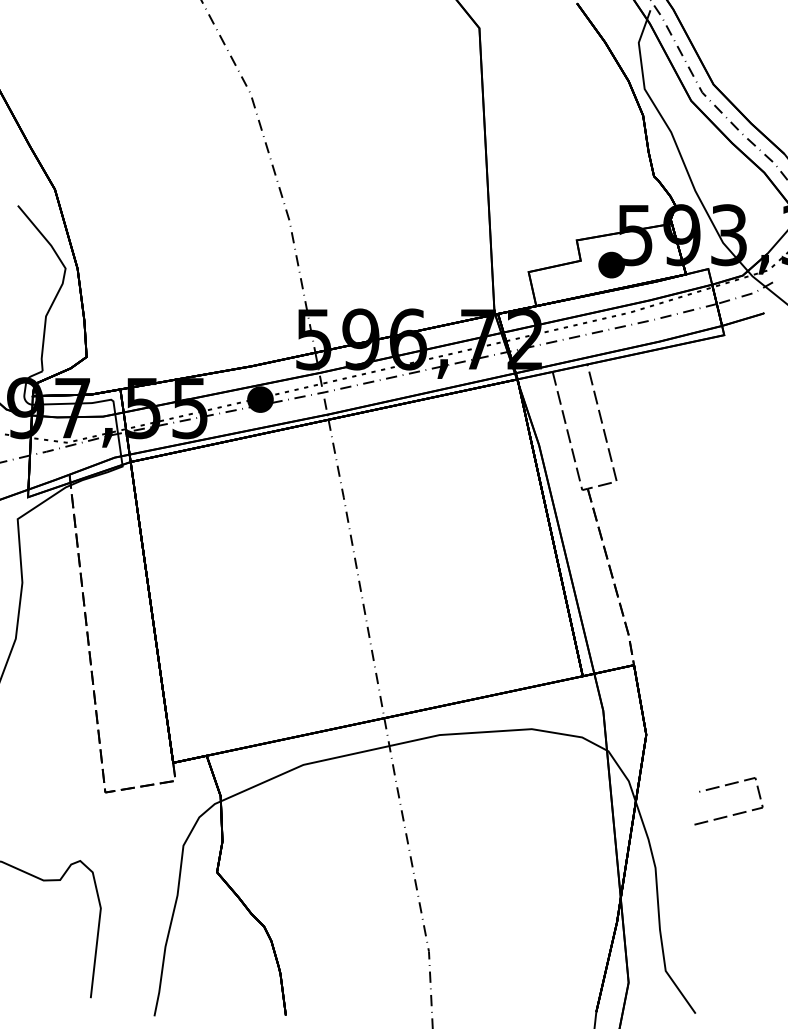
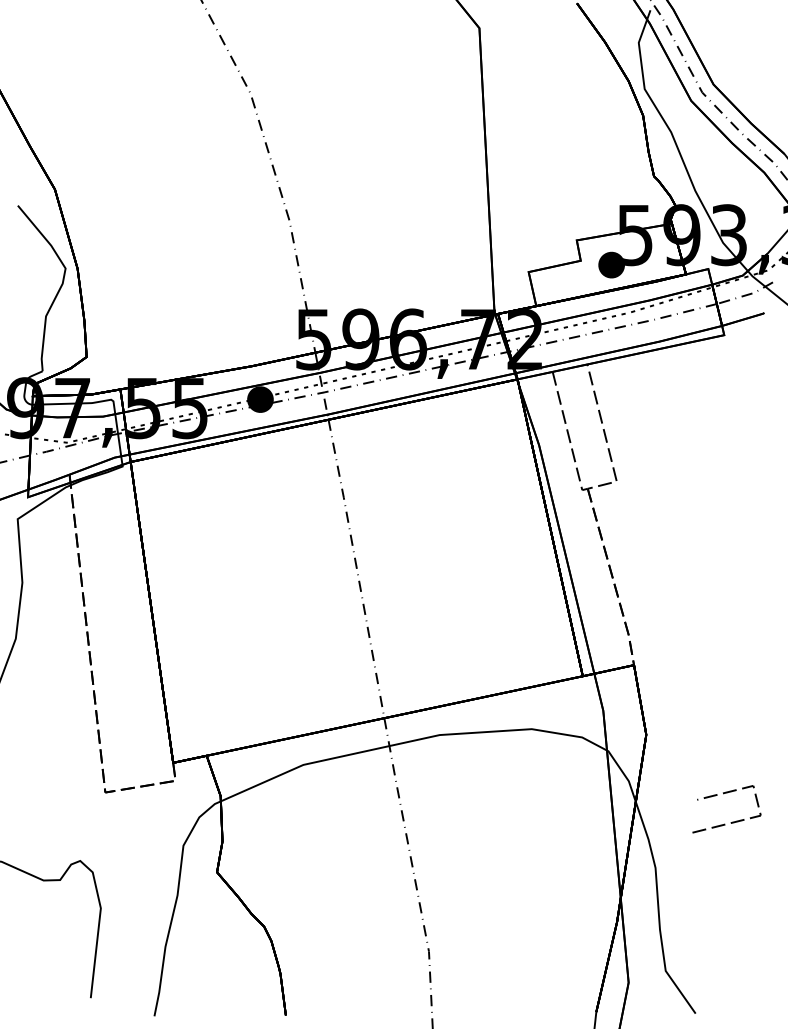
line at (734, 813) position: (734, 813) -> (732, 821)
